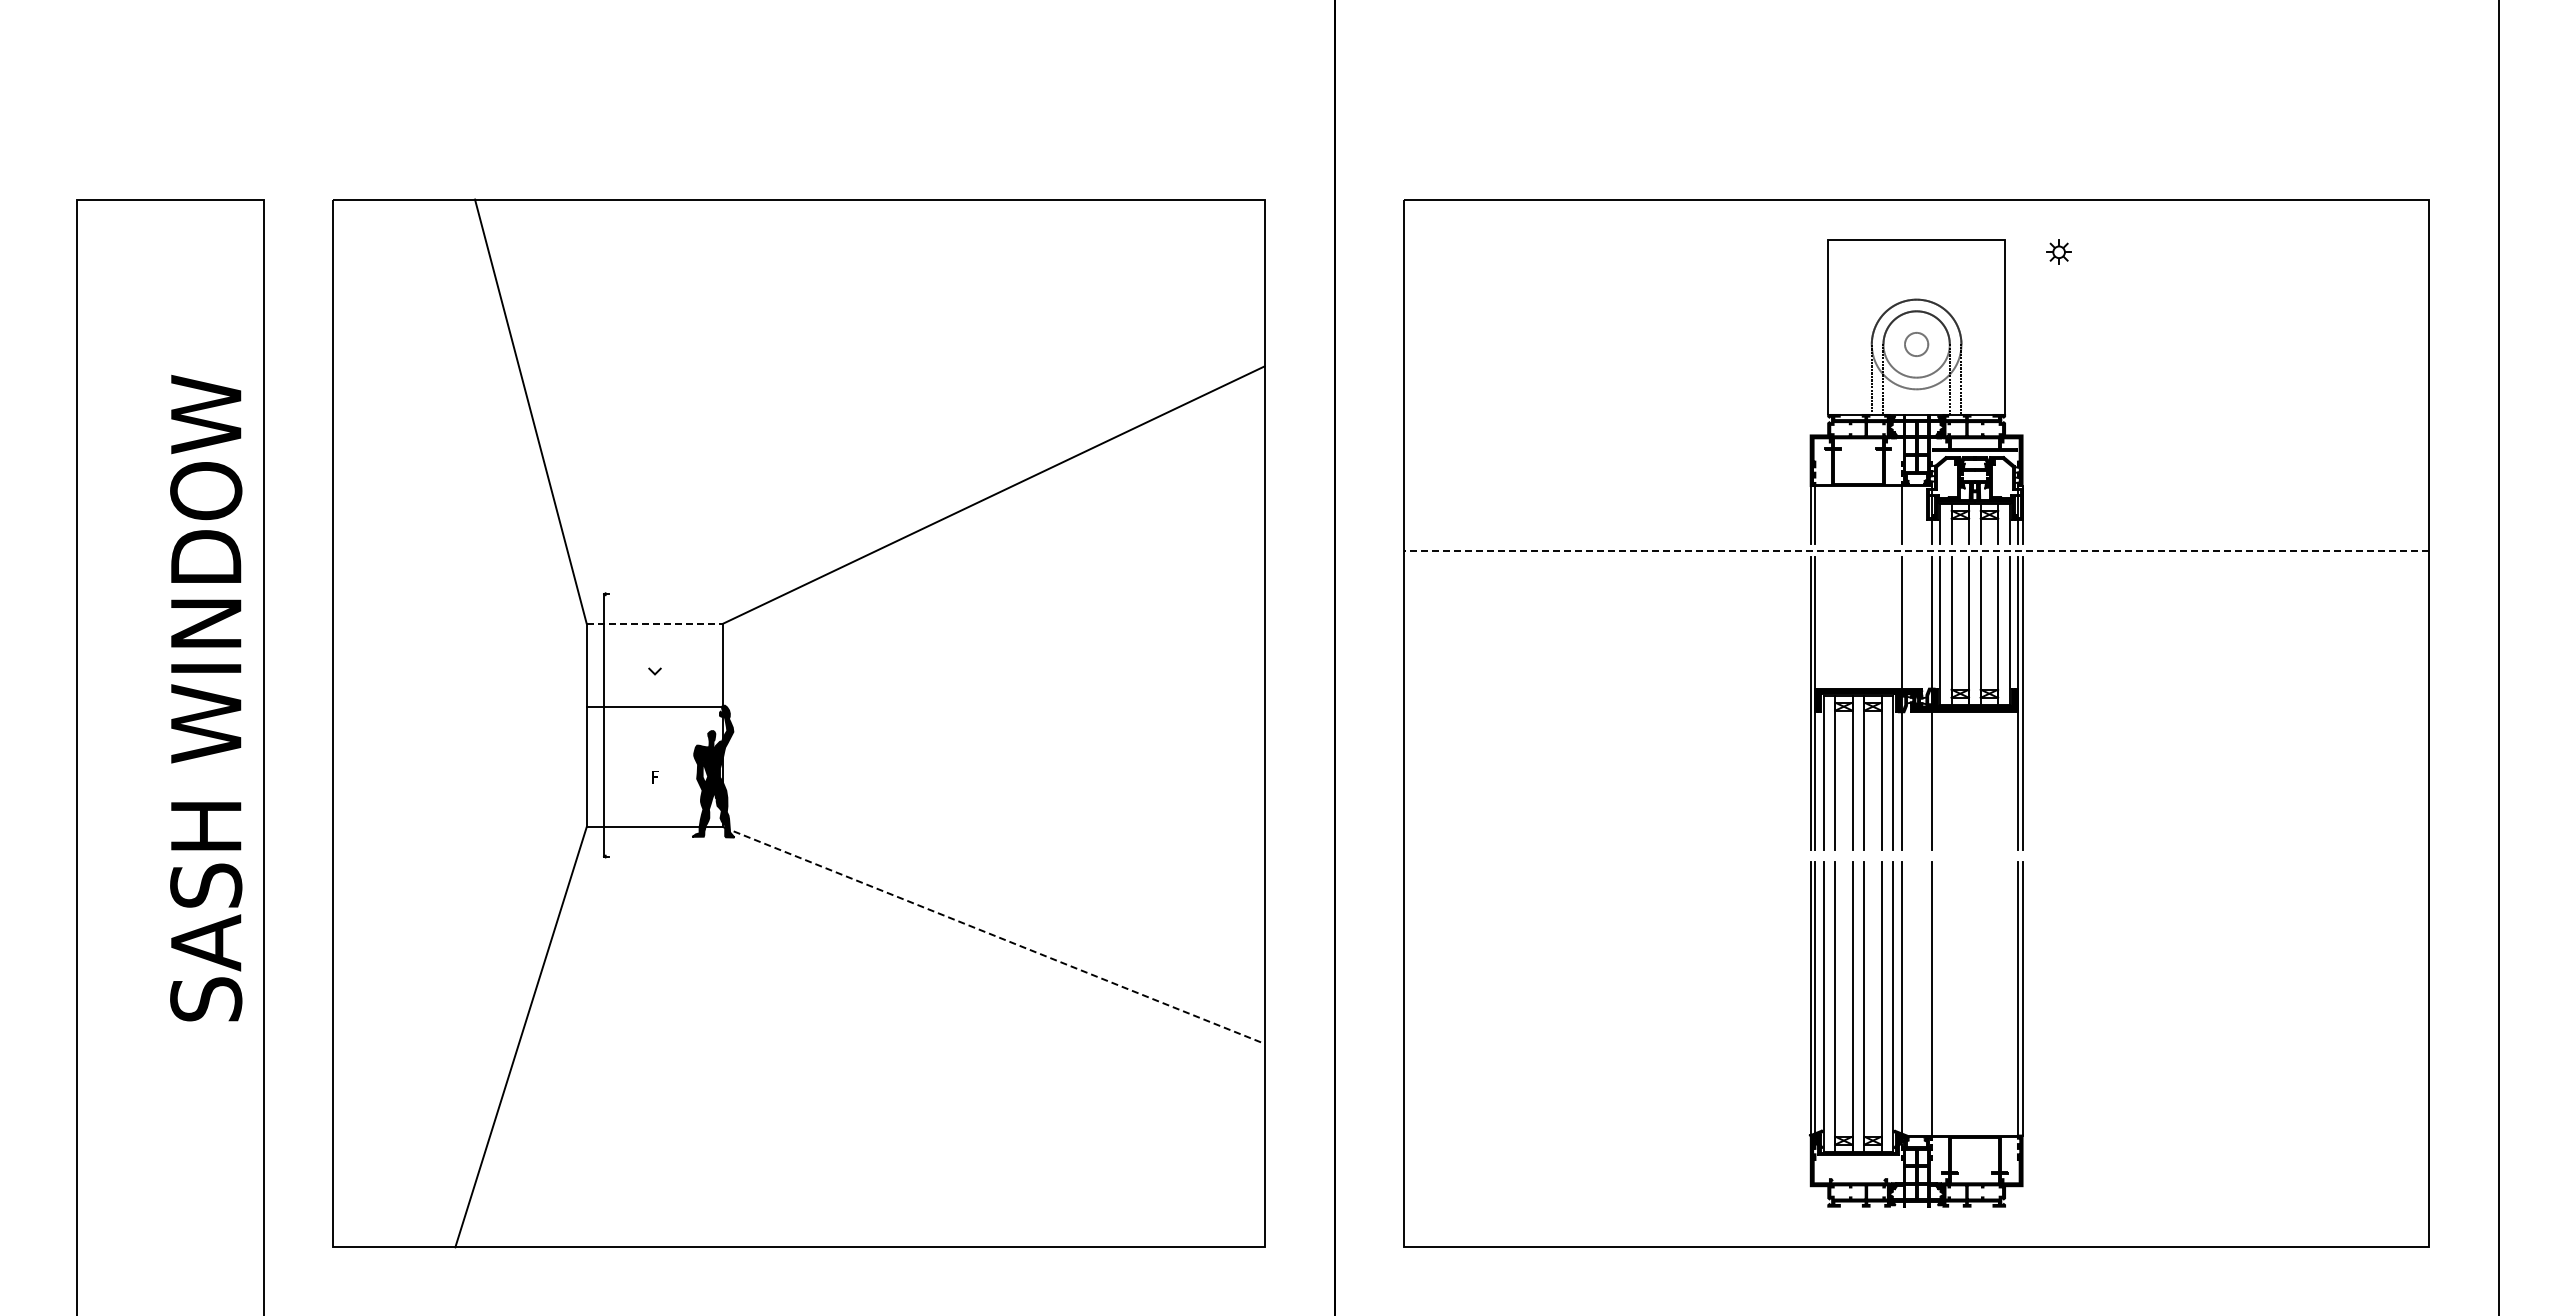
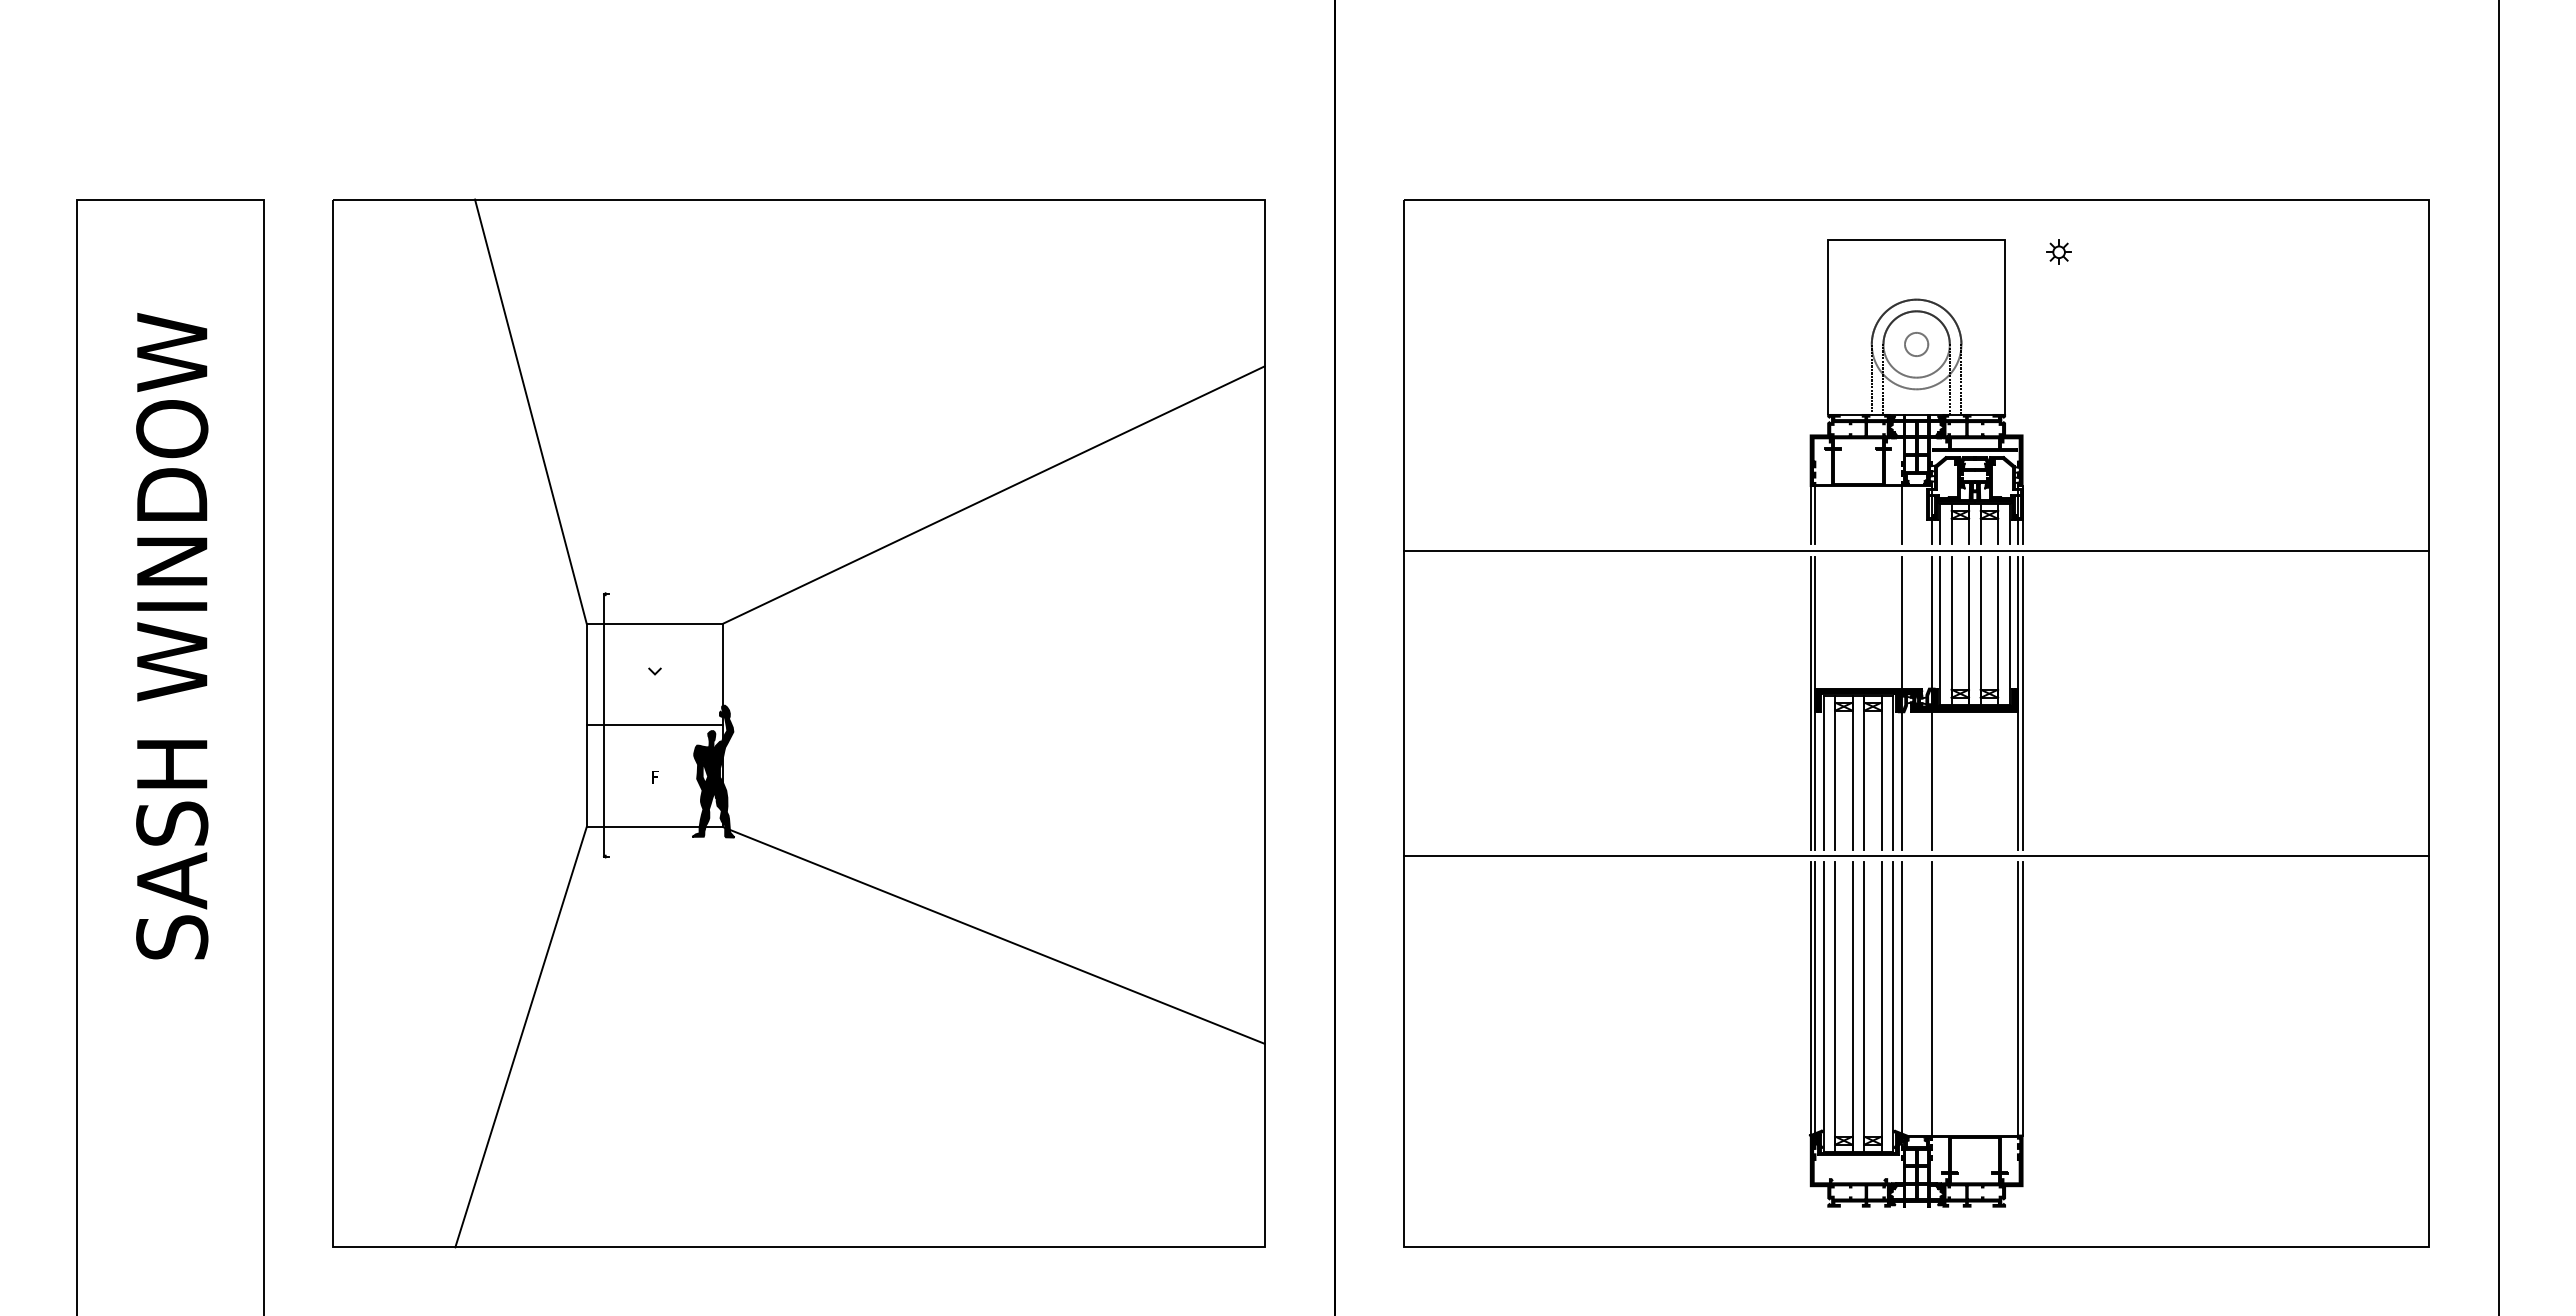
line at (1916, 551): dashed -> solid
line at (655, 623): dashed -> solid
text at (206, 697) position: (206, 697) -> (172, 635)
line at (654, 707) position: (654, 707) -> (654, 725)
line at (1916, 856): none -> present
line at (994, 935): dashed -> solid
